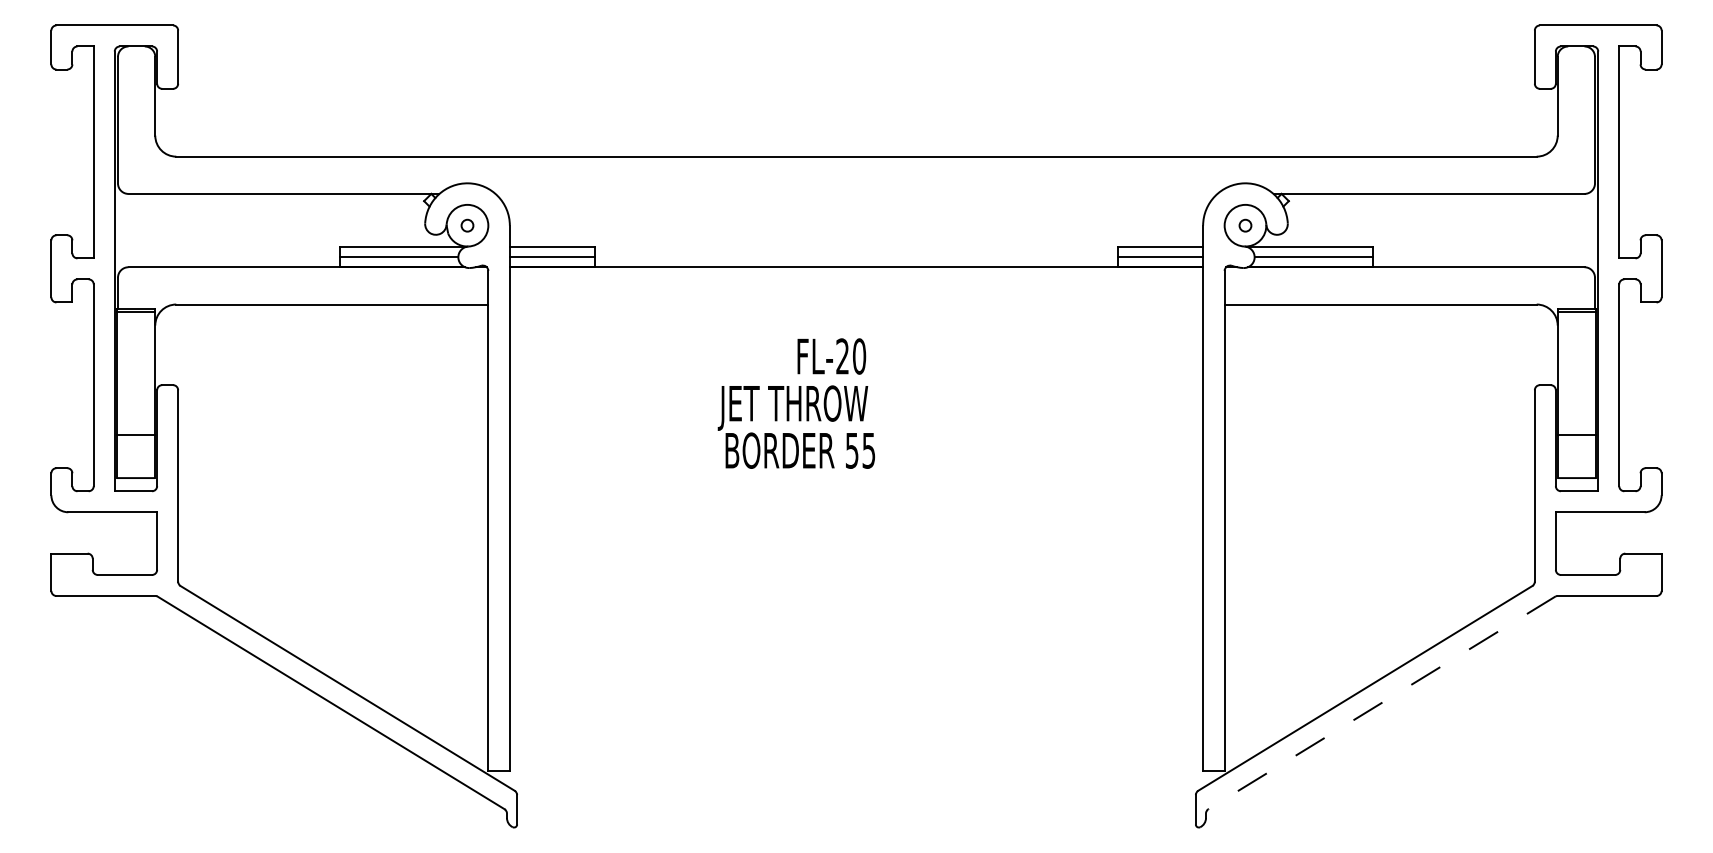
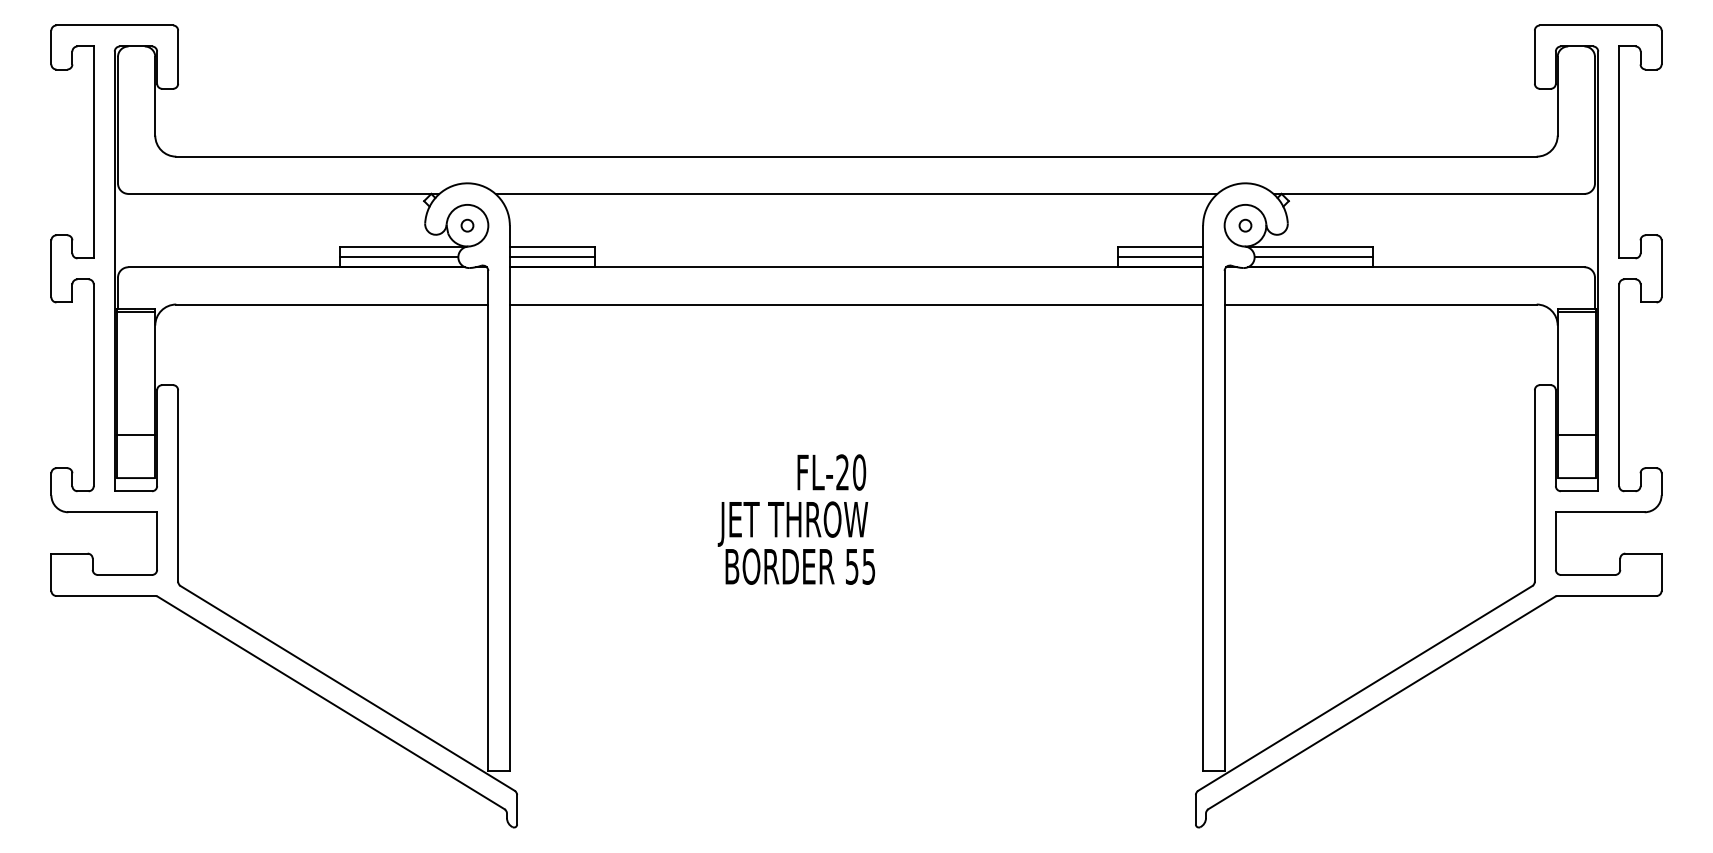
line at (856, 193): none -> present
line at (856, 304): none -> present
text at (795, 403) position: (795, 403) -> (795, 519)
line at (1382, 702): dashed -> solid
